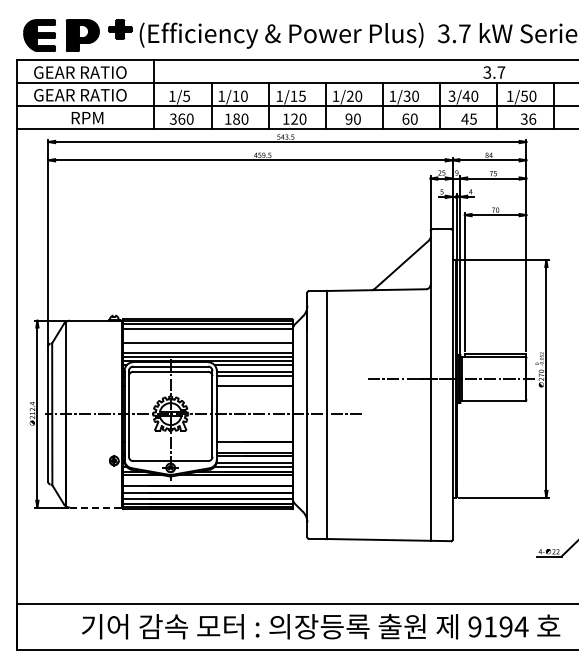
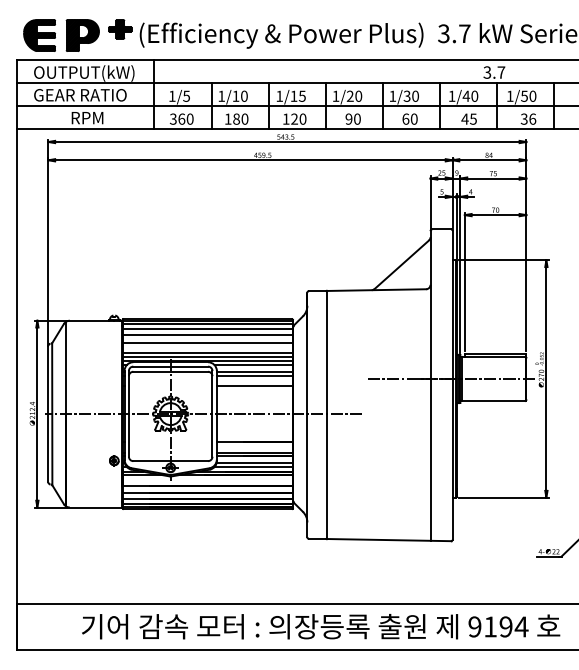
text at (85, 73): GEAR RATIO -> OUTPUT(kW)
text at (451, 95): 3/40 -> 1/40
line at (207, 335): none -> present
line at (96, 507): dashed -> solid
